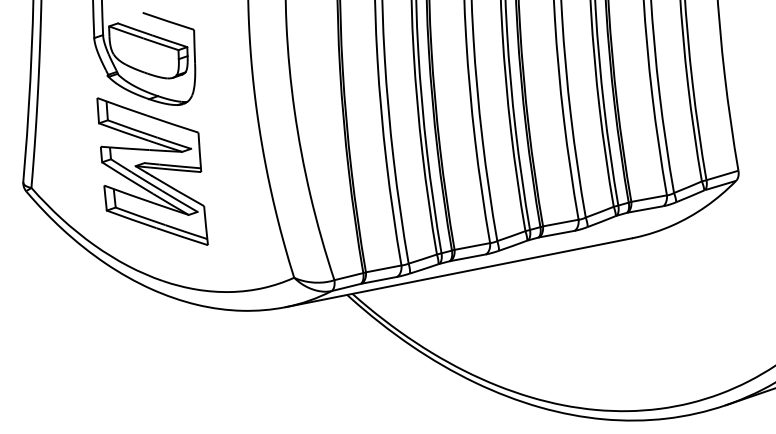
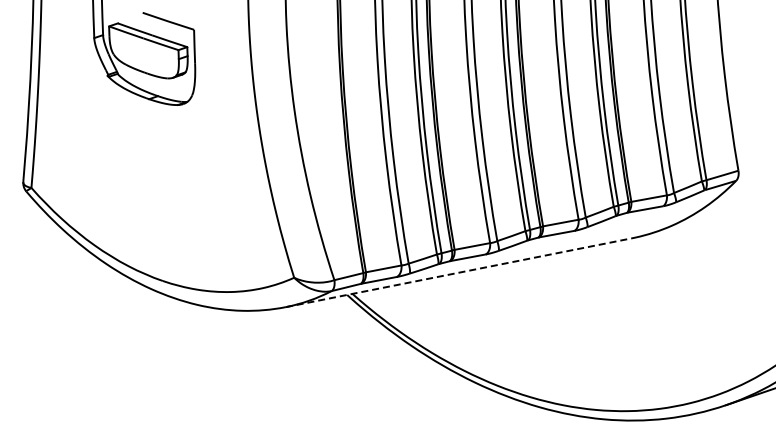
part at (152, 171): present -> none
line at (459, 272): solid -> dashed
